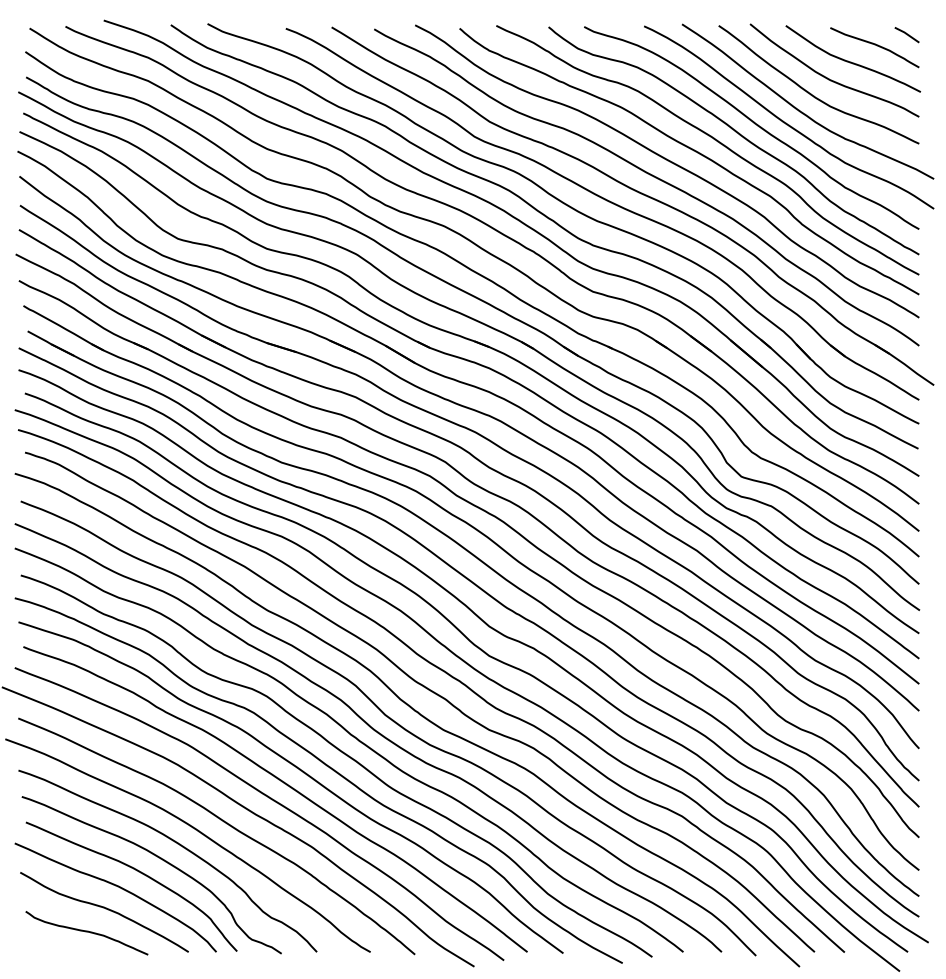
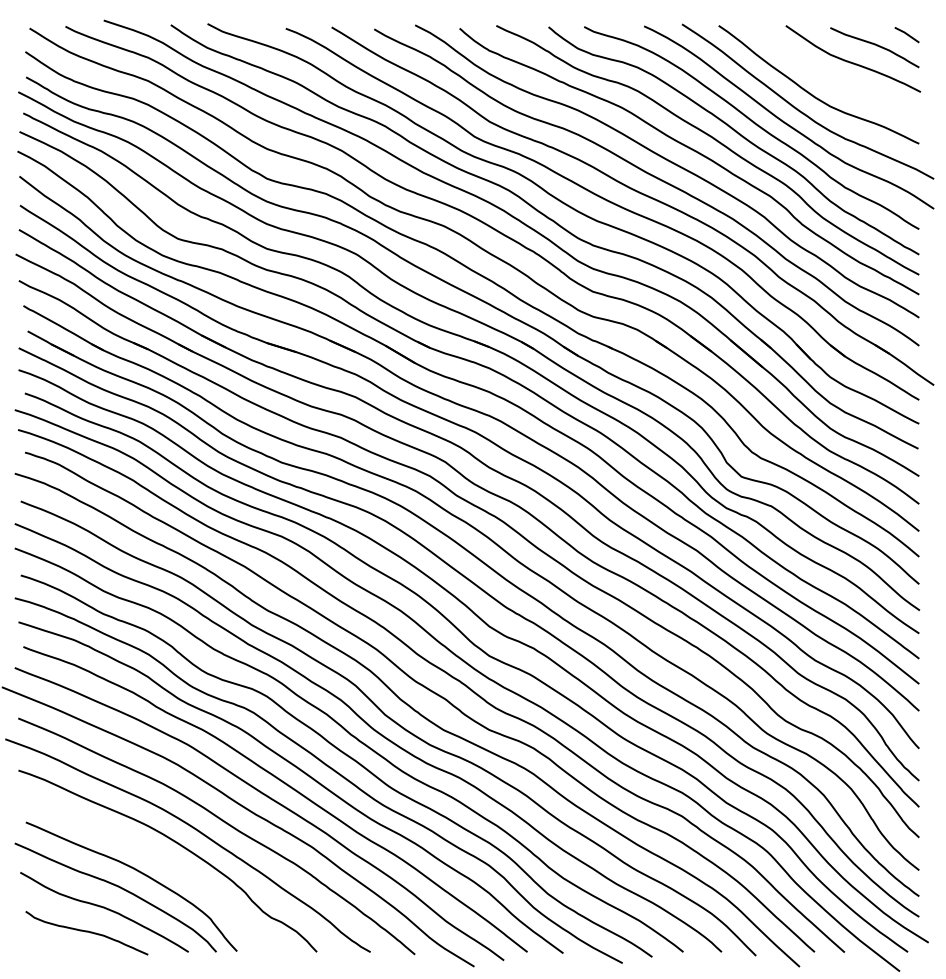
curve at (829, 78): present -> none
curve at (160, 859): present -> none
